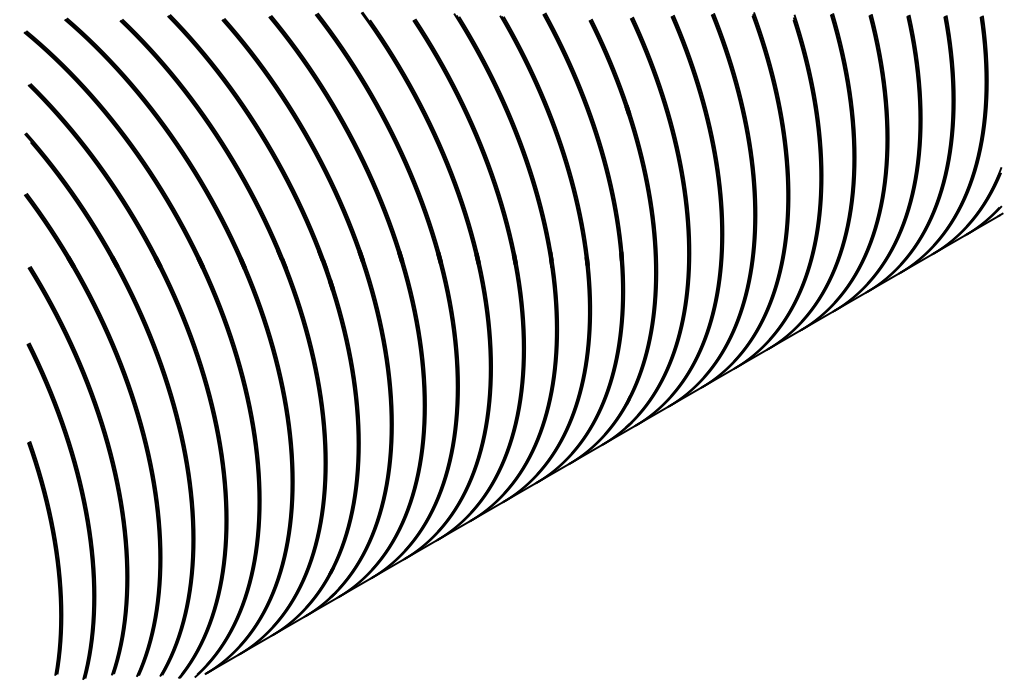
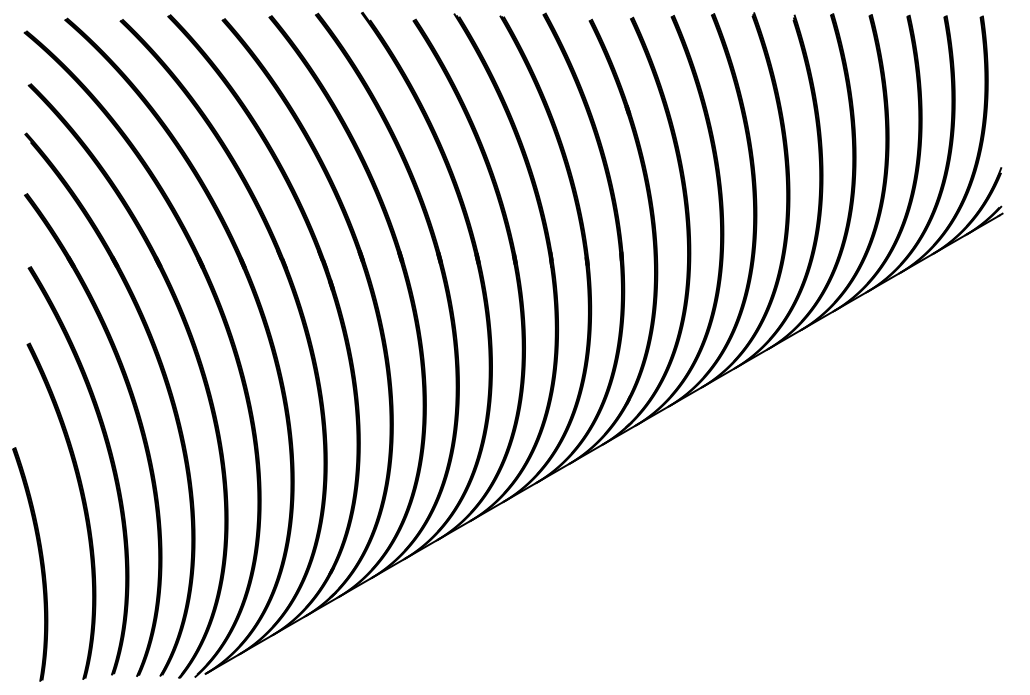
part at (54, 555) position: (54, 555) -> (39, 561)
